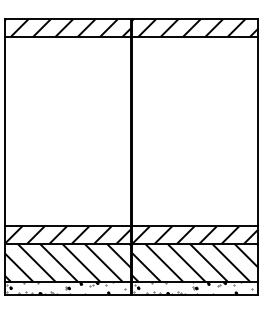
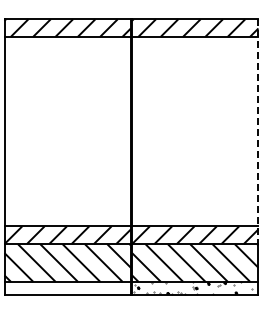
line at (258, 132): solid -> dashed
hatch at (65, 288): present -> none
